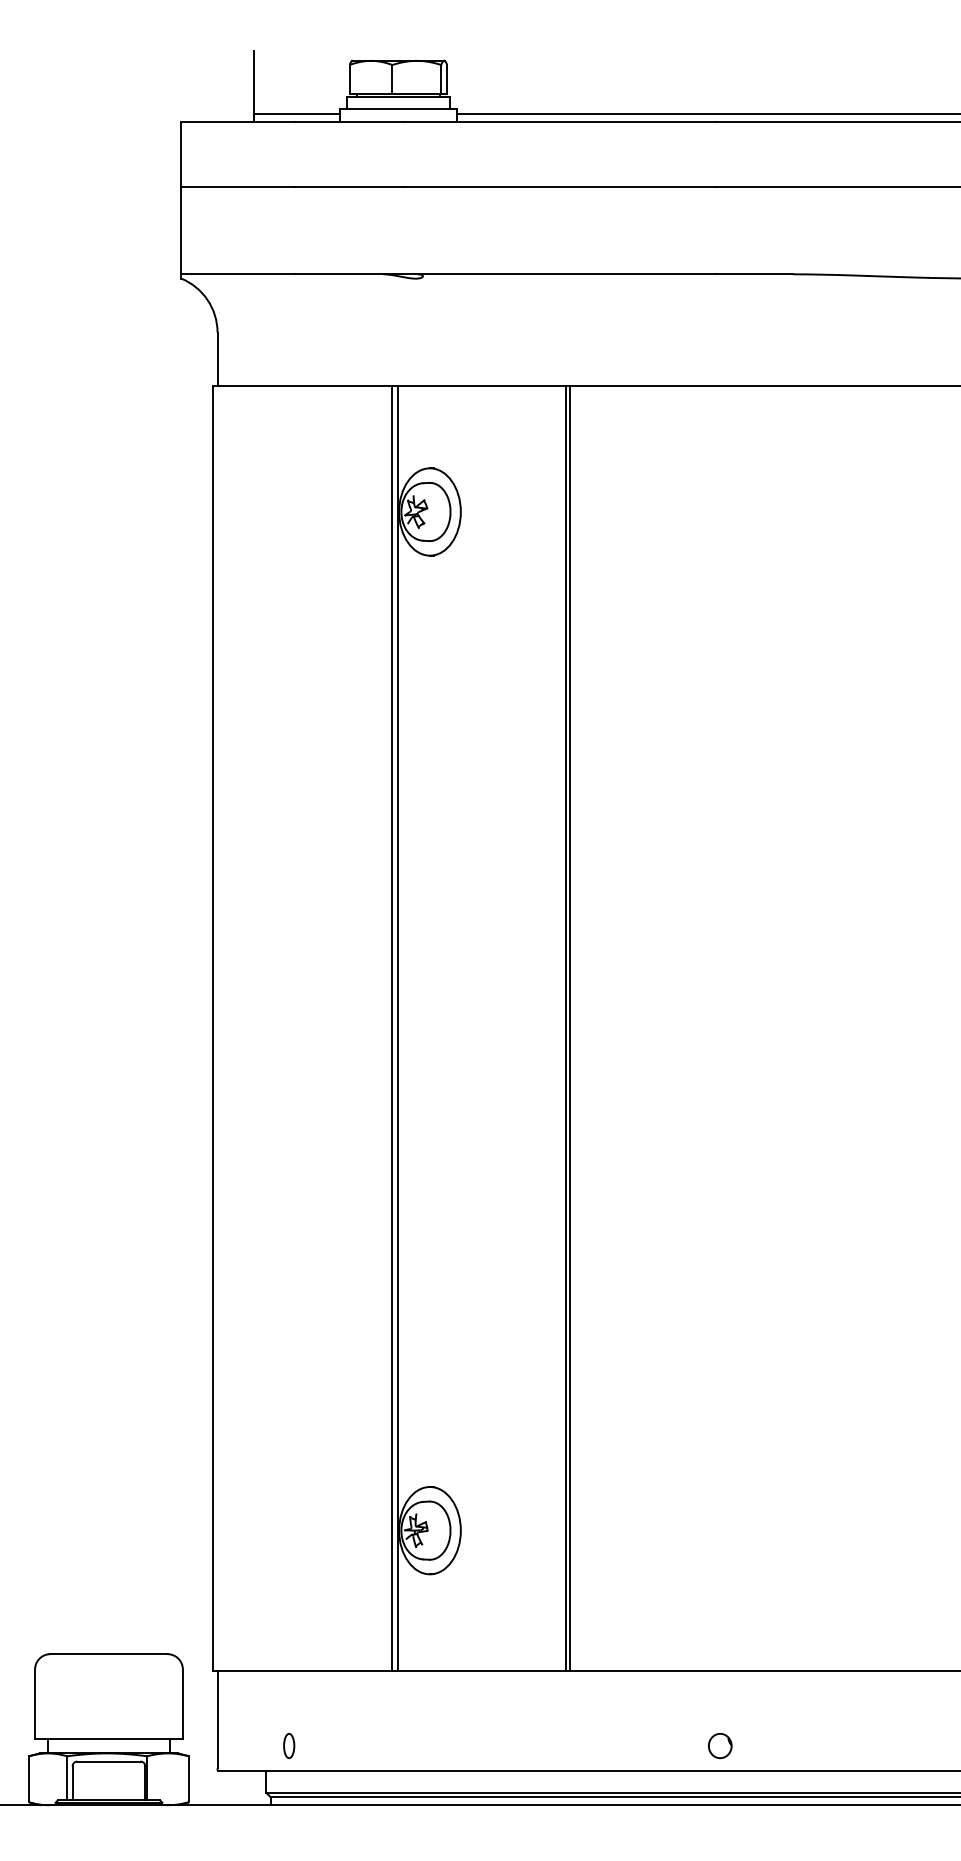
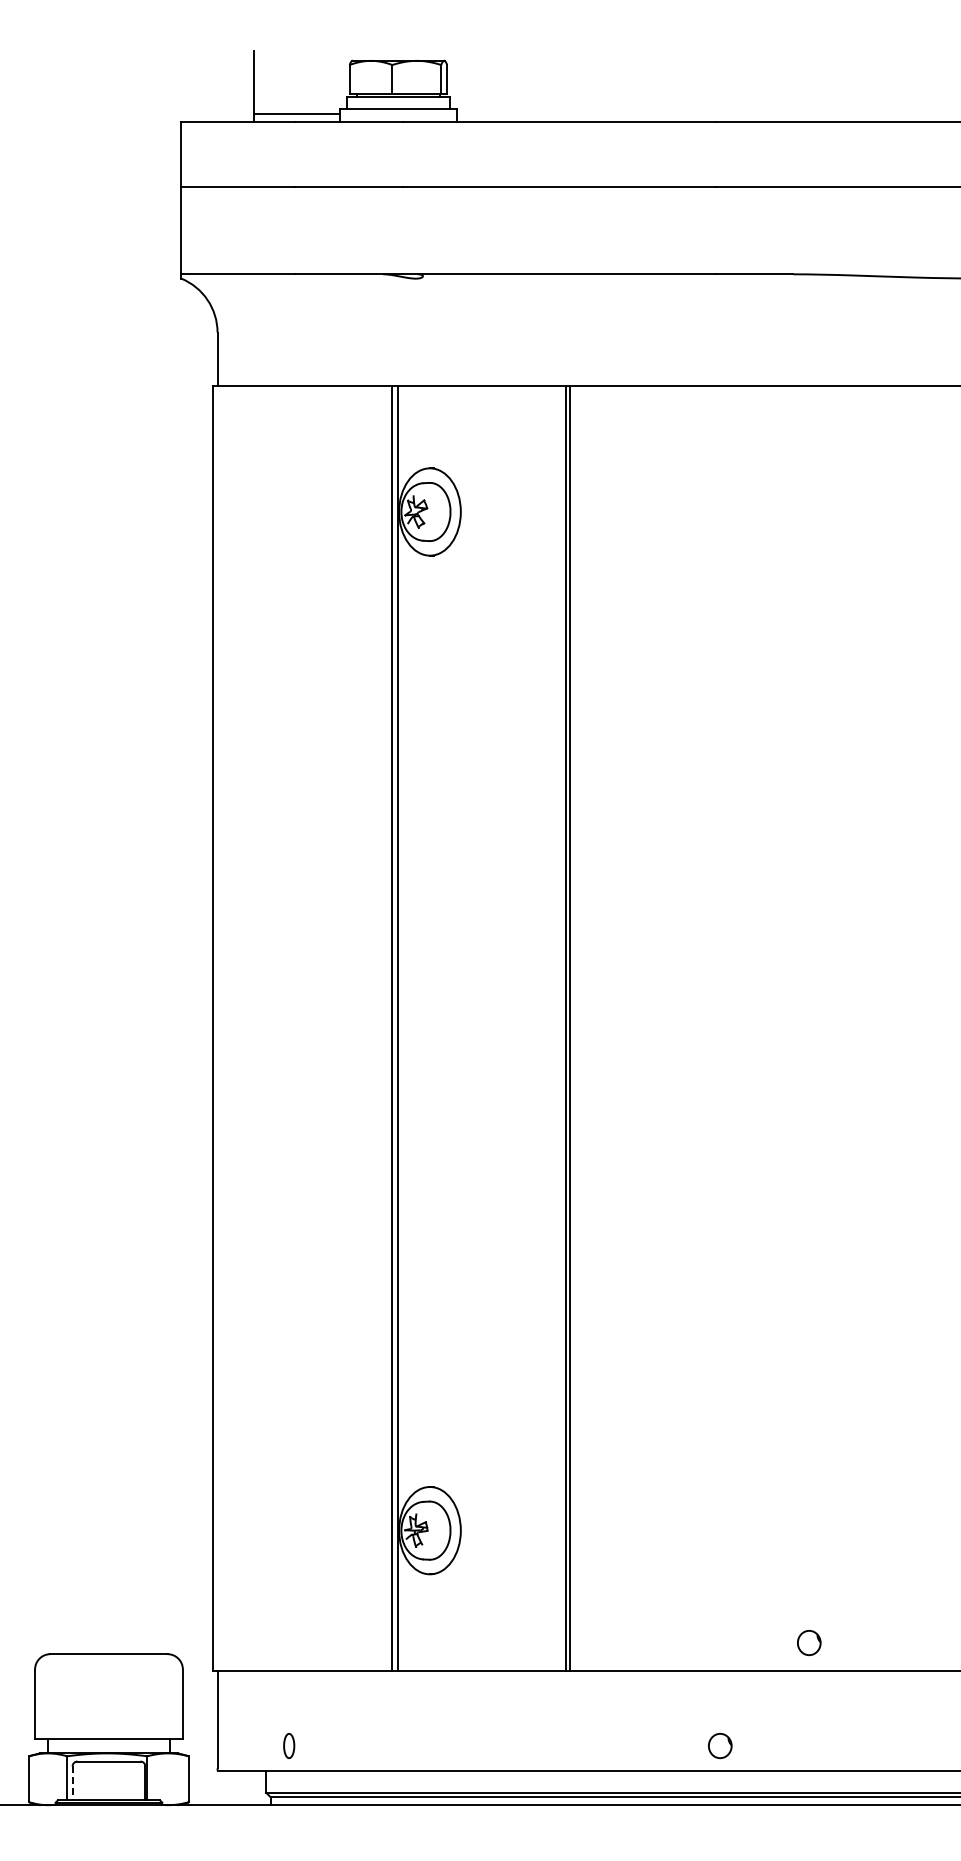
line at (706, 113): present -> none
part at (809, 1643): none -> present
line at (72, 1783): solid -> dashed
